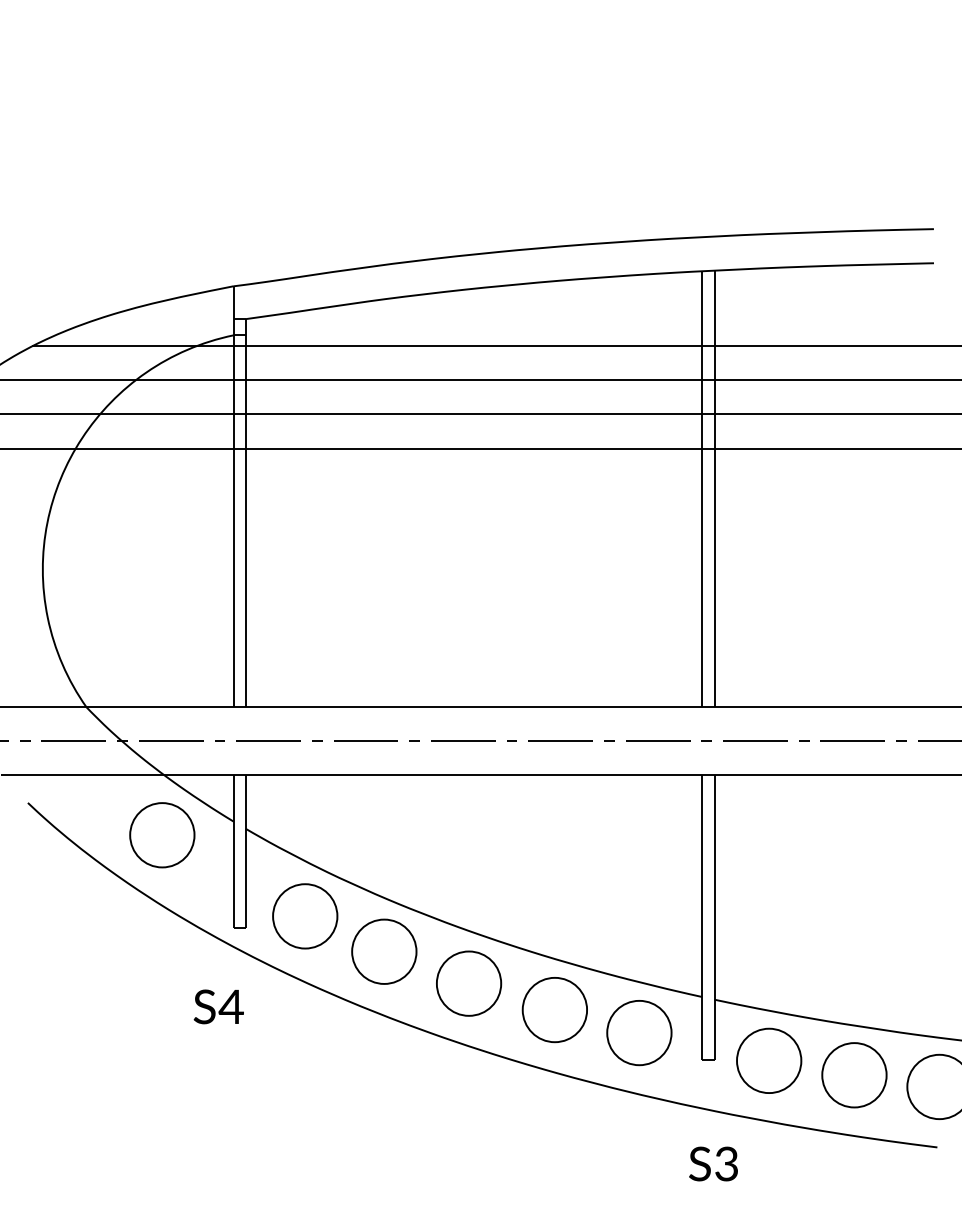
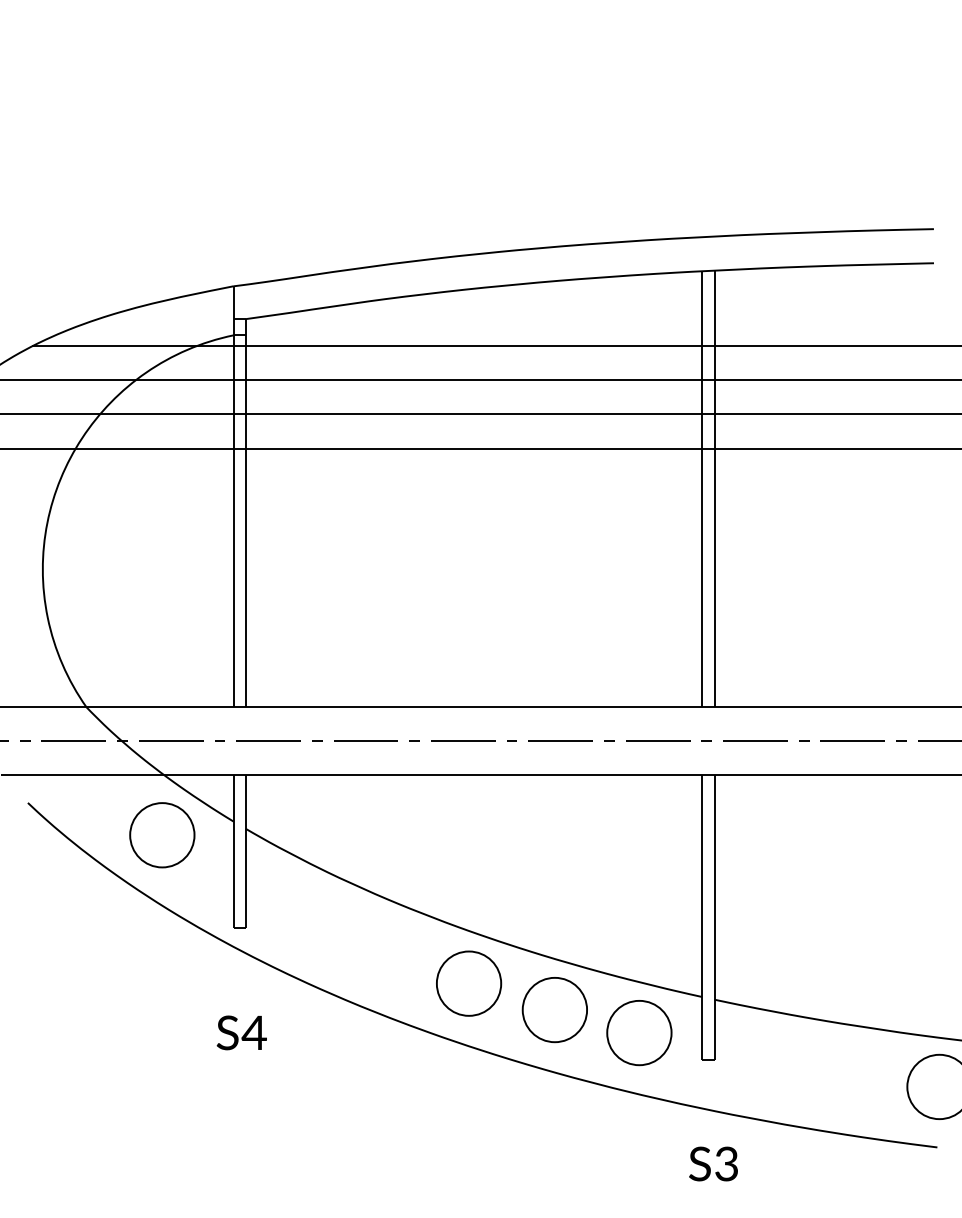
part at (305, 916): present -> none
part at (384, 951): present -> none
part at (218, 1006) position: (218, 1006) -> (241, 1032)
part at (769, 1060): present -> none
part at (854, 1075): present -> none
